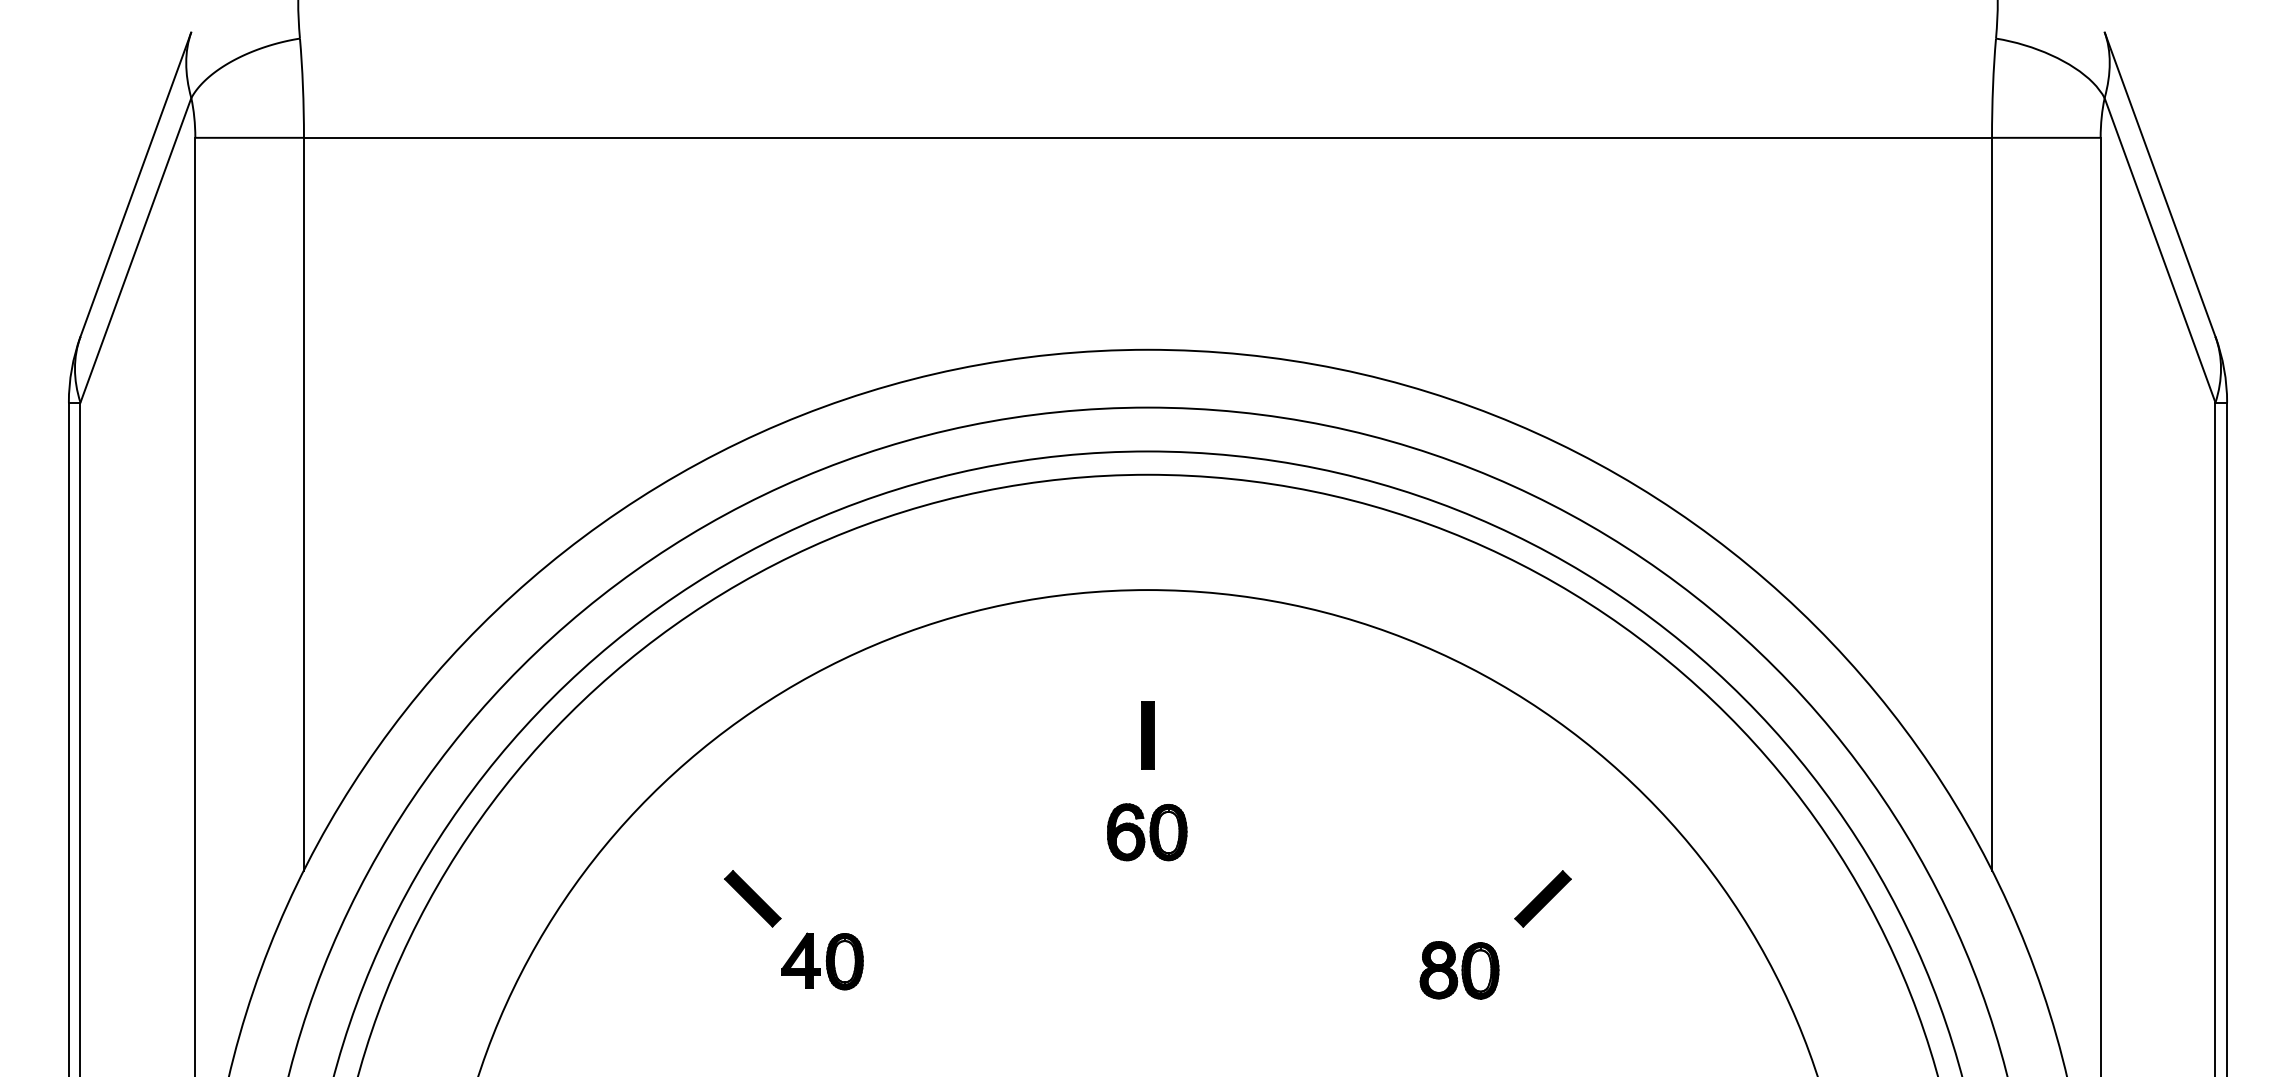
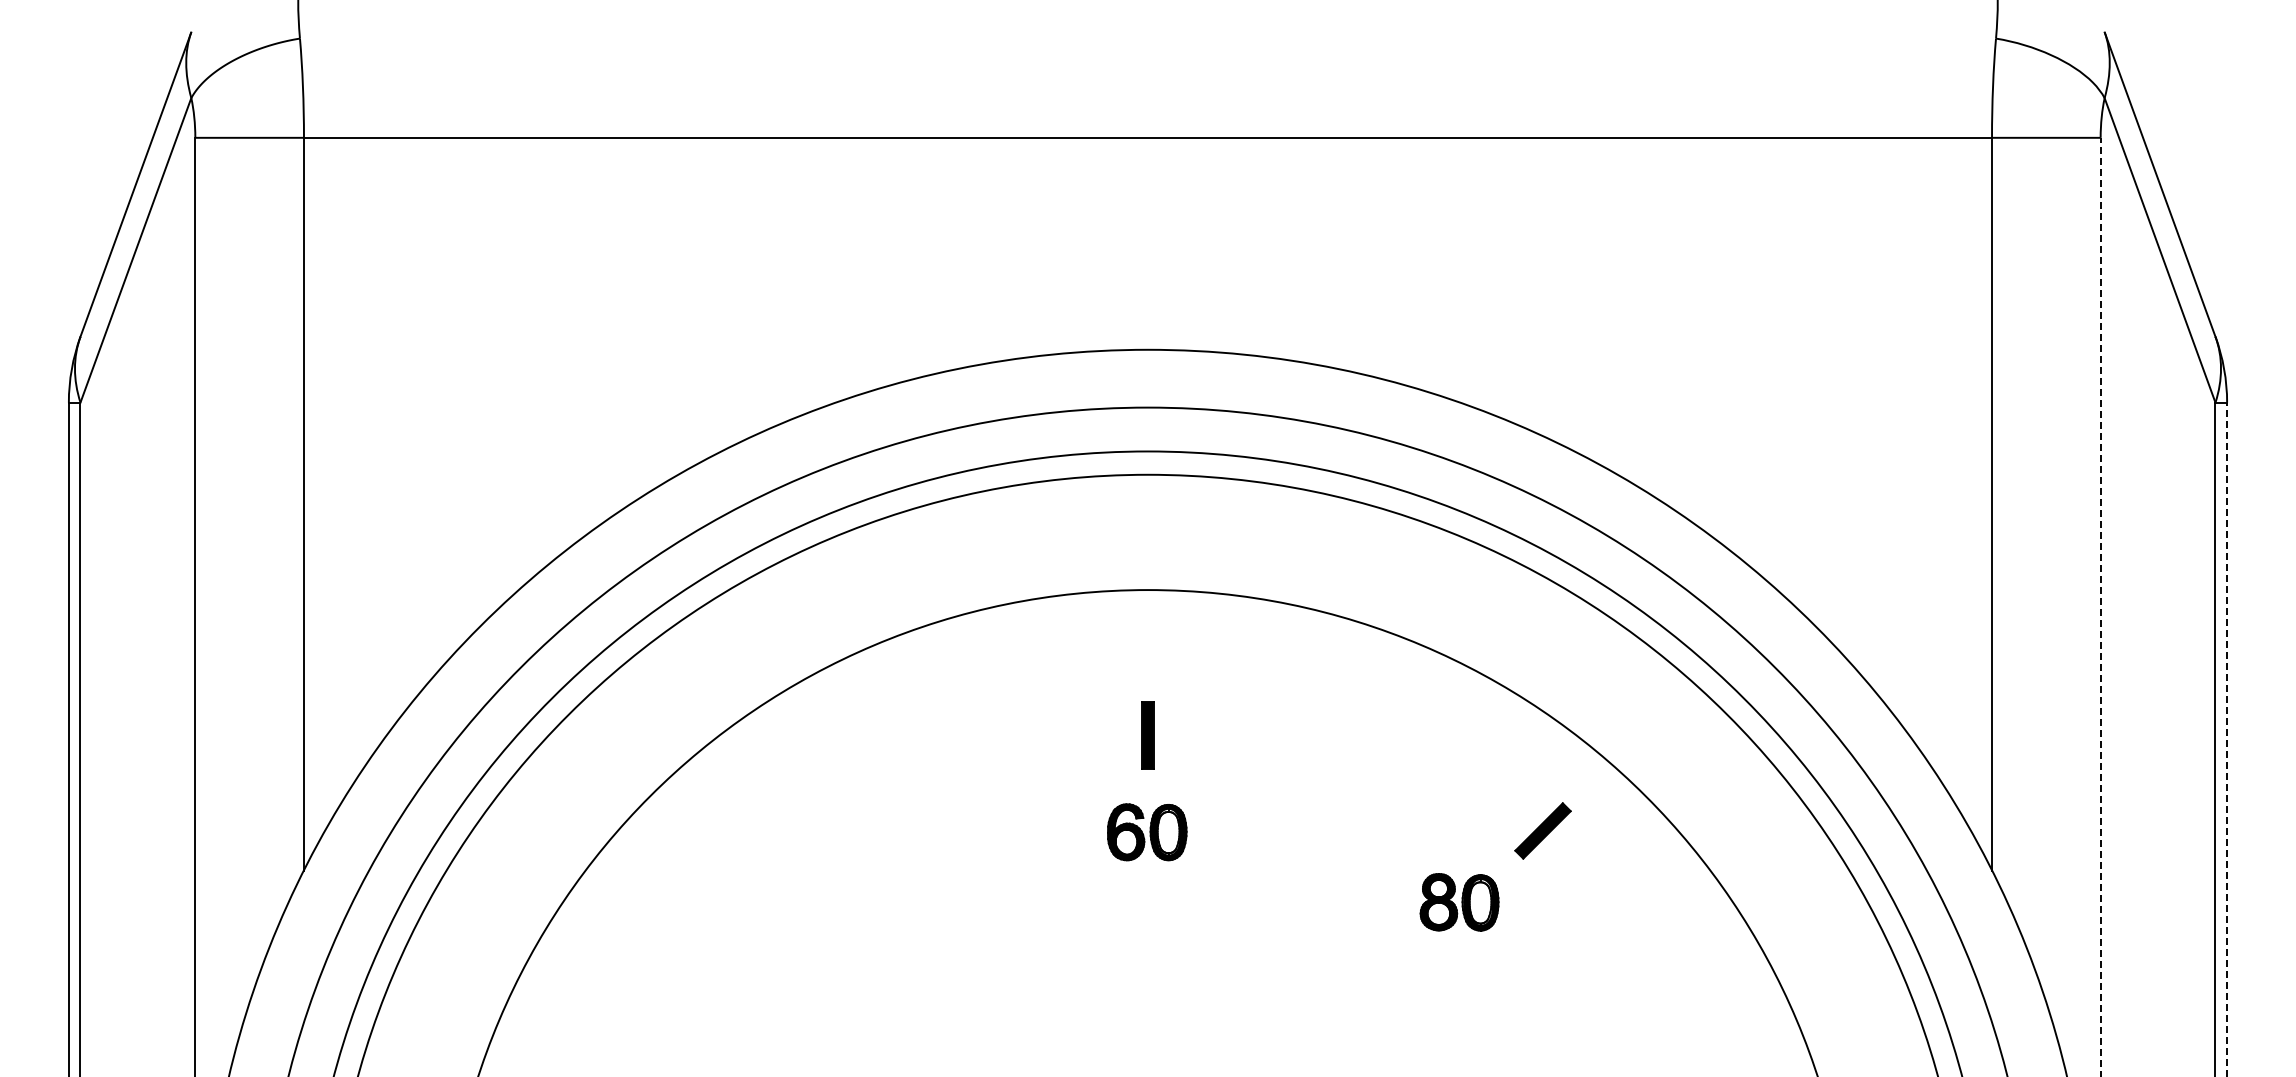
line at (2100, 606): solid -> dashed
line at (2227, 739): solid -> dashed
part at (802, 938): present -> none
part at (1489, 944) position: (1489, 944) -> (1489, 876)
